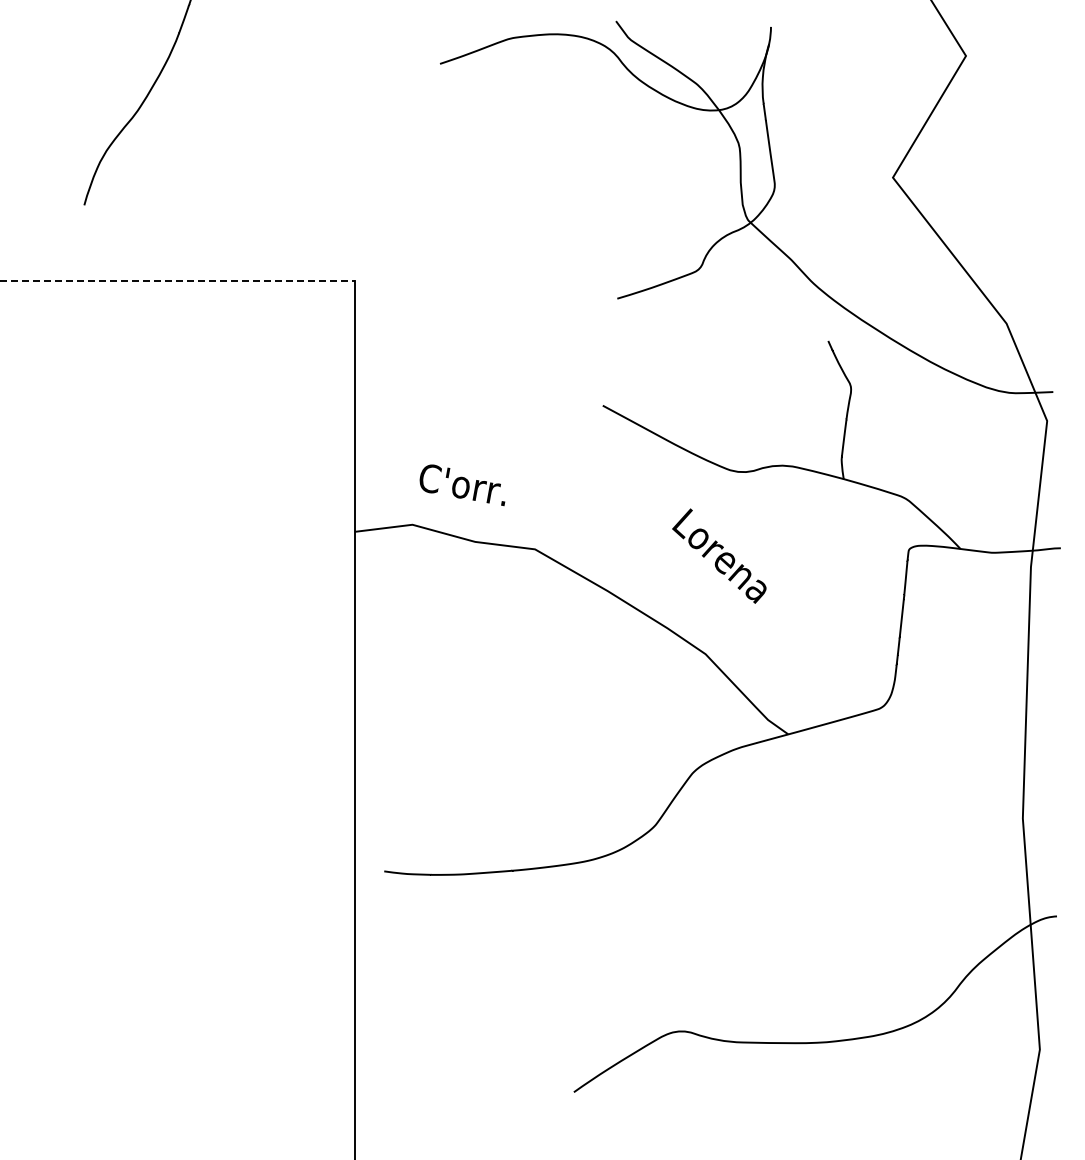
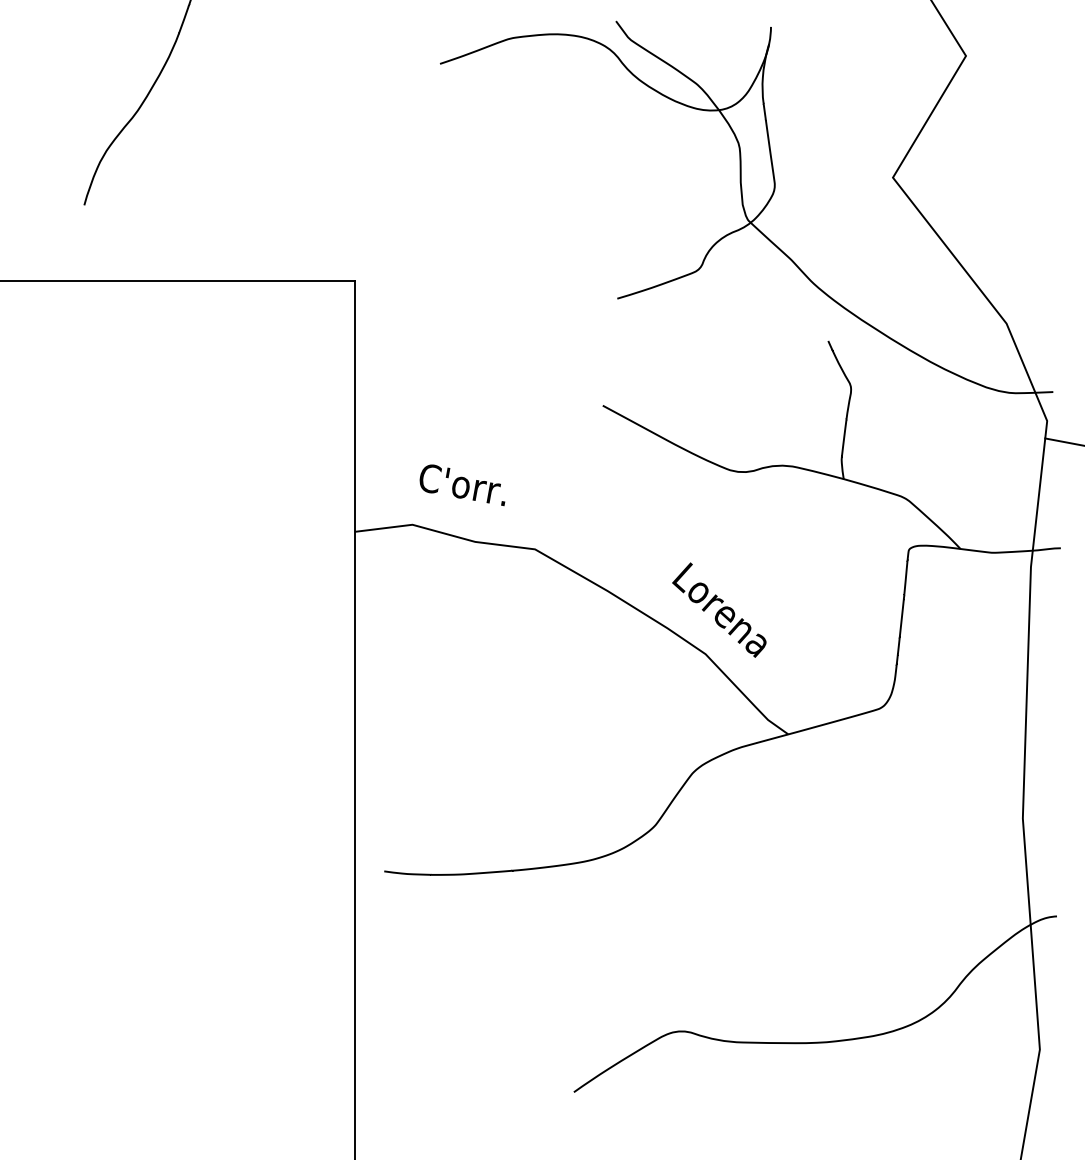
line at (178, 280): dashed -> solid
line at (1063, 441): none -> present
text at (719, 555) position: (719, 555) -> (719, 609)
